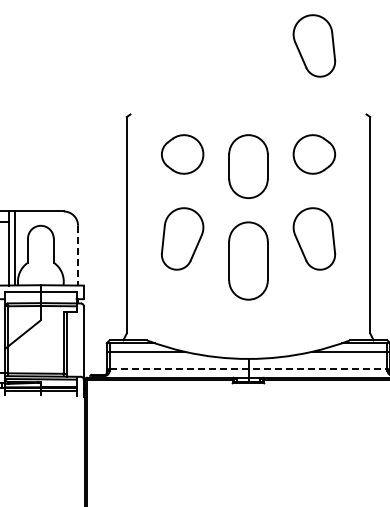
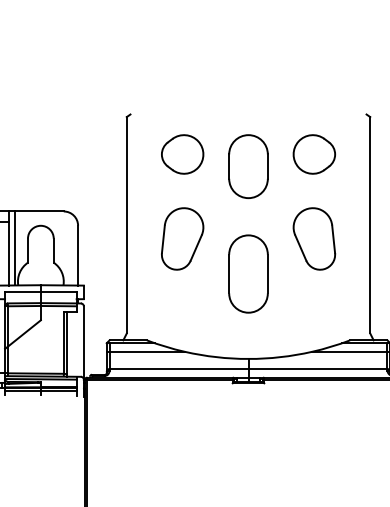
part at (314, 45): present -> none
line at (78, 255): dashed -> solid
part at (248, 260) position: (248, 260) -> (248, 273)
line at (248, 369): dashed -> solid
